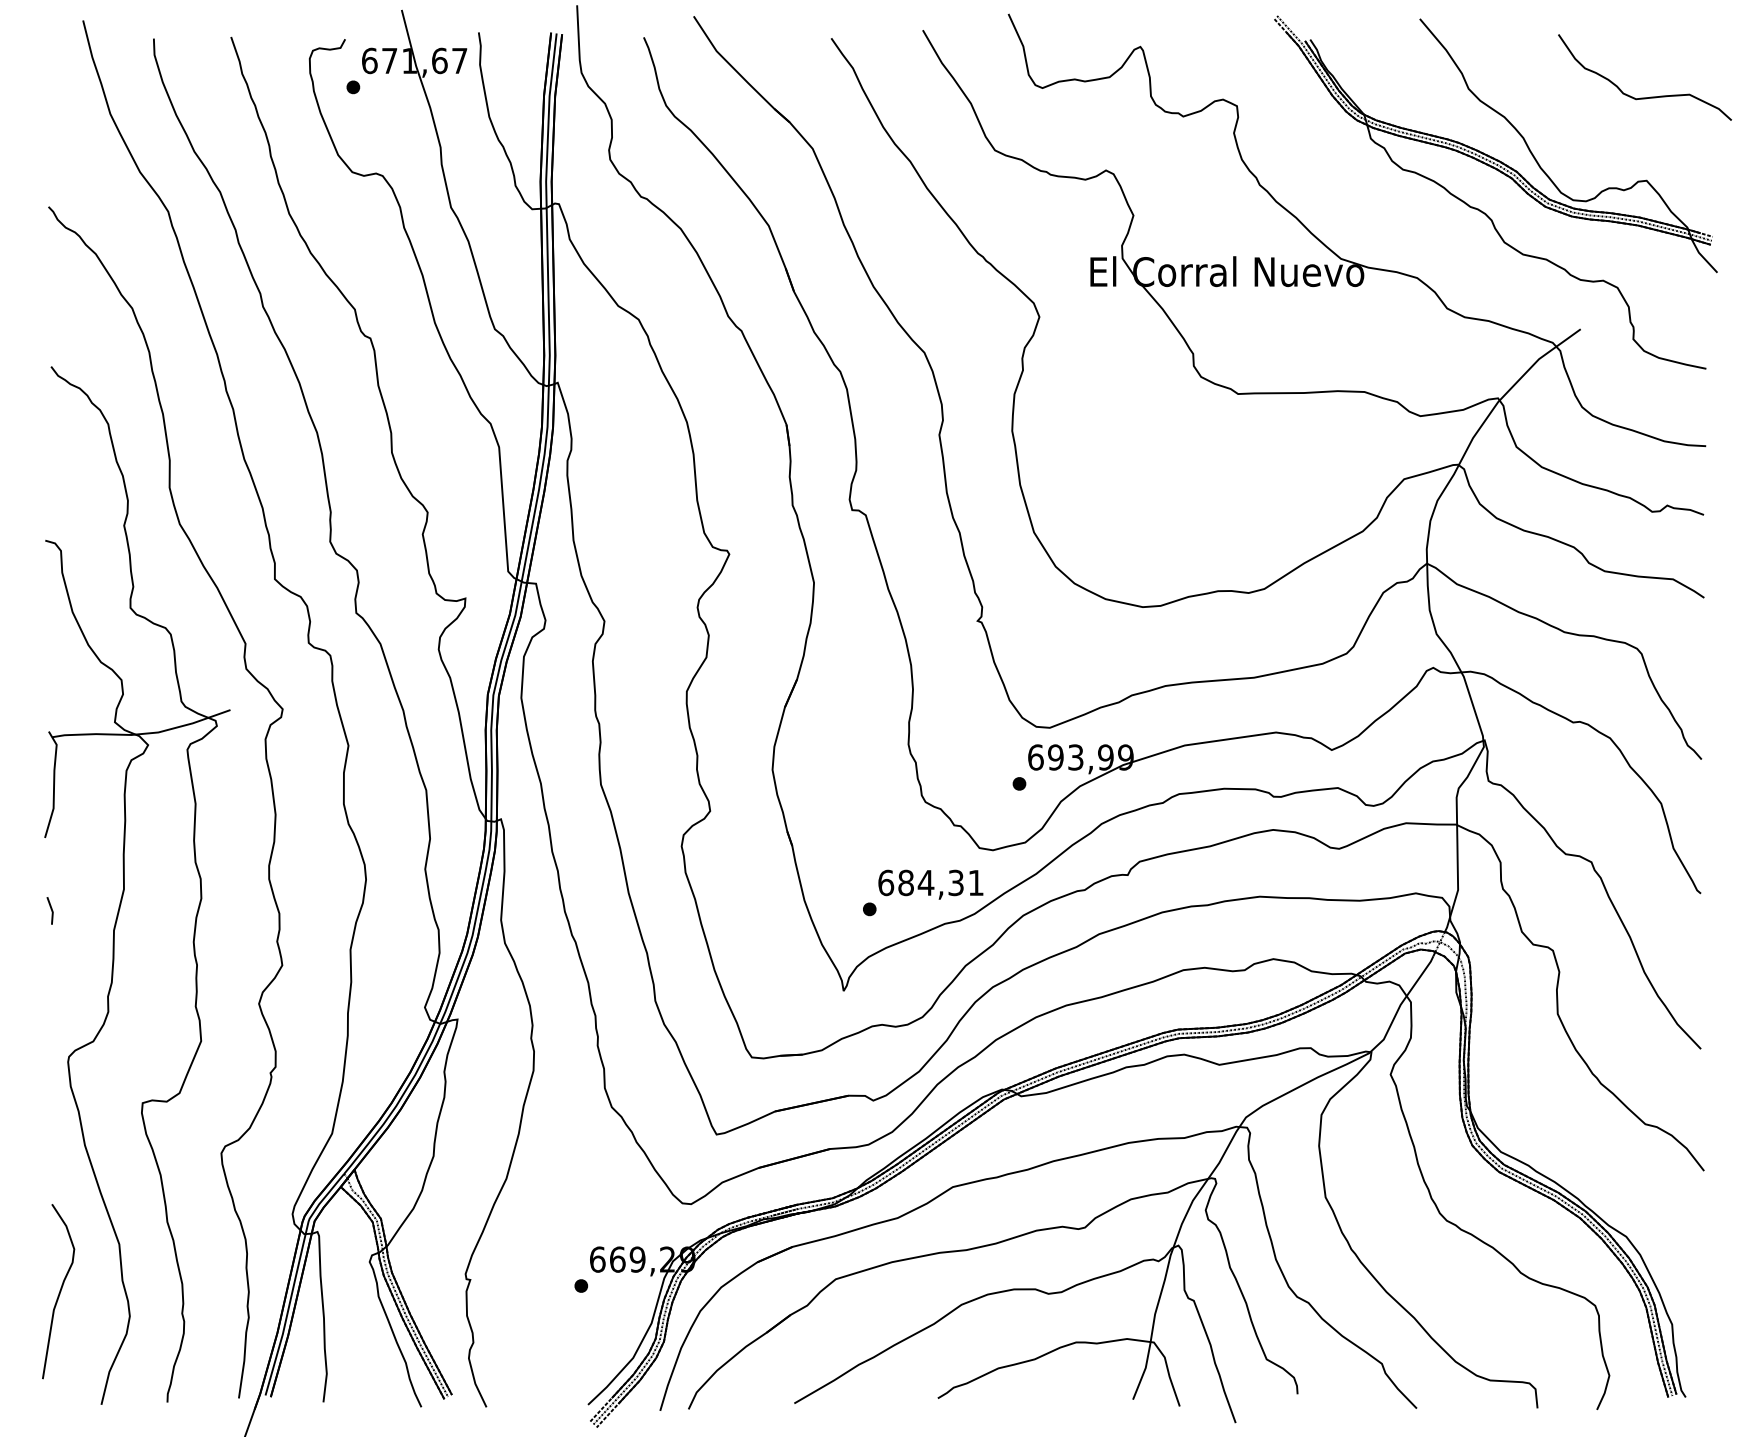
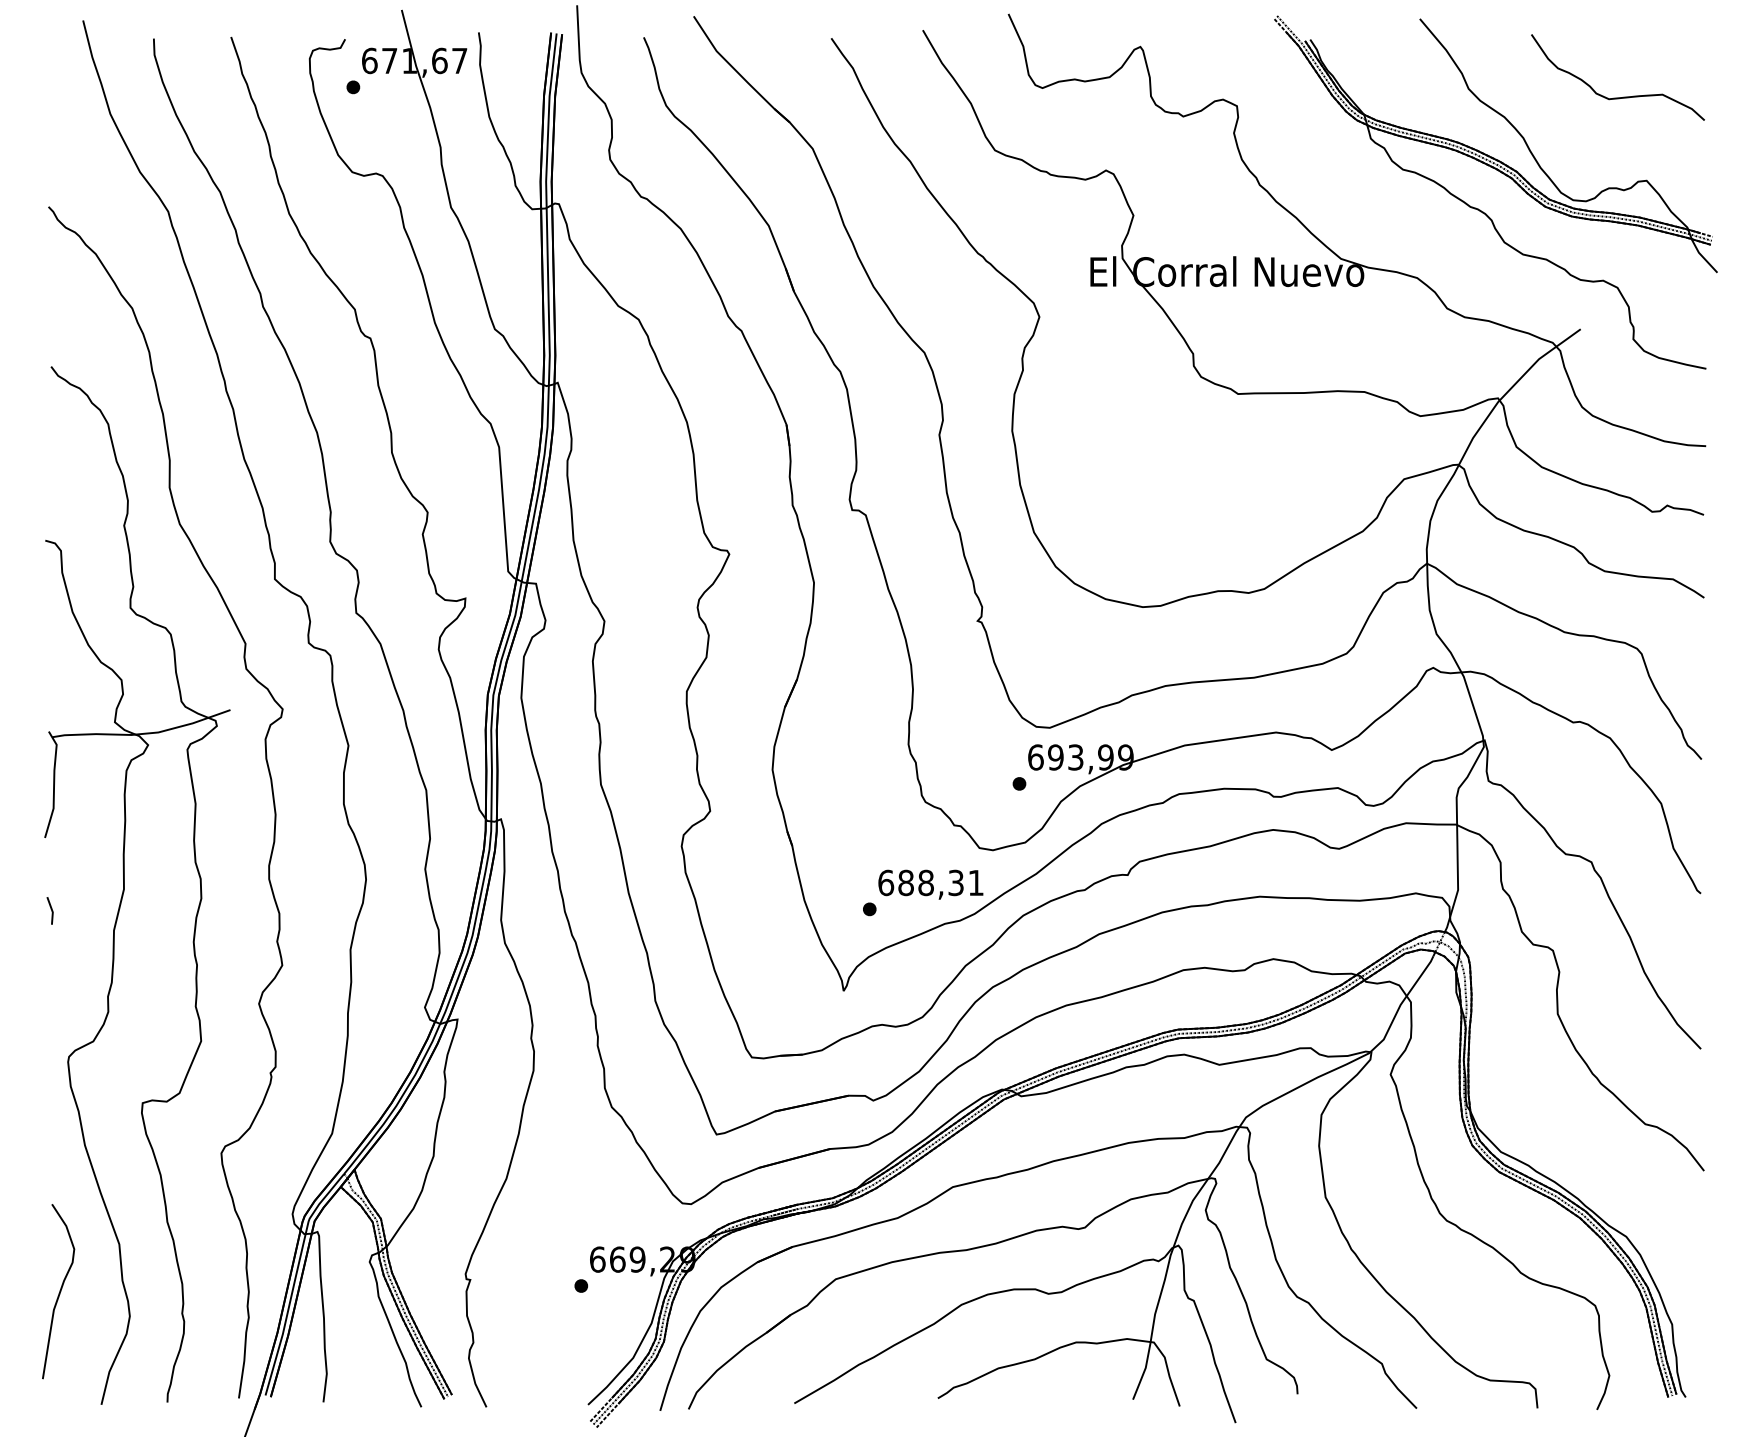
part at (1650, 96) position: (1650, 96) -> (1623, 96)
text at (925, 882): 684,31 -> 688,31
